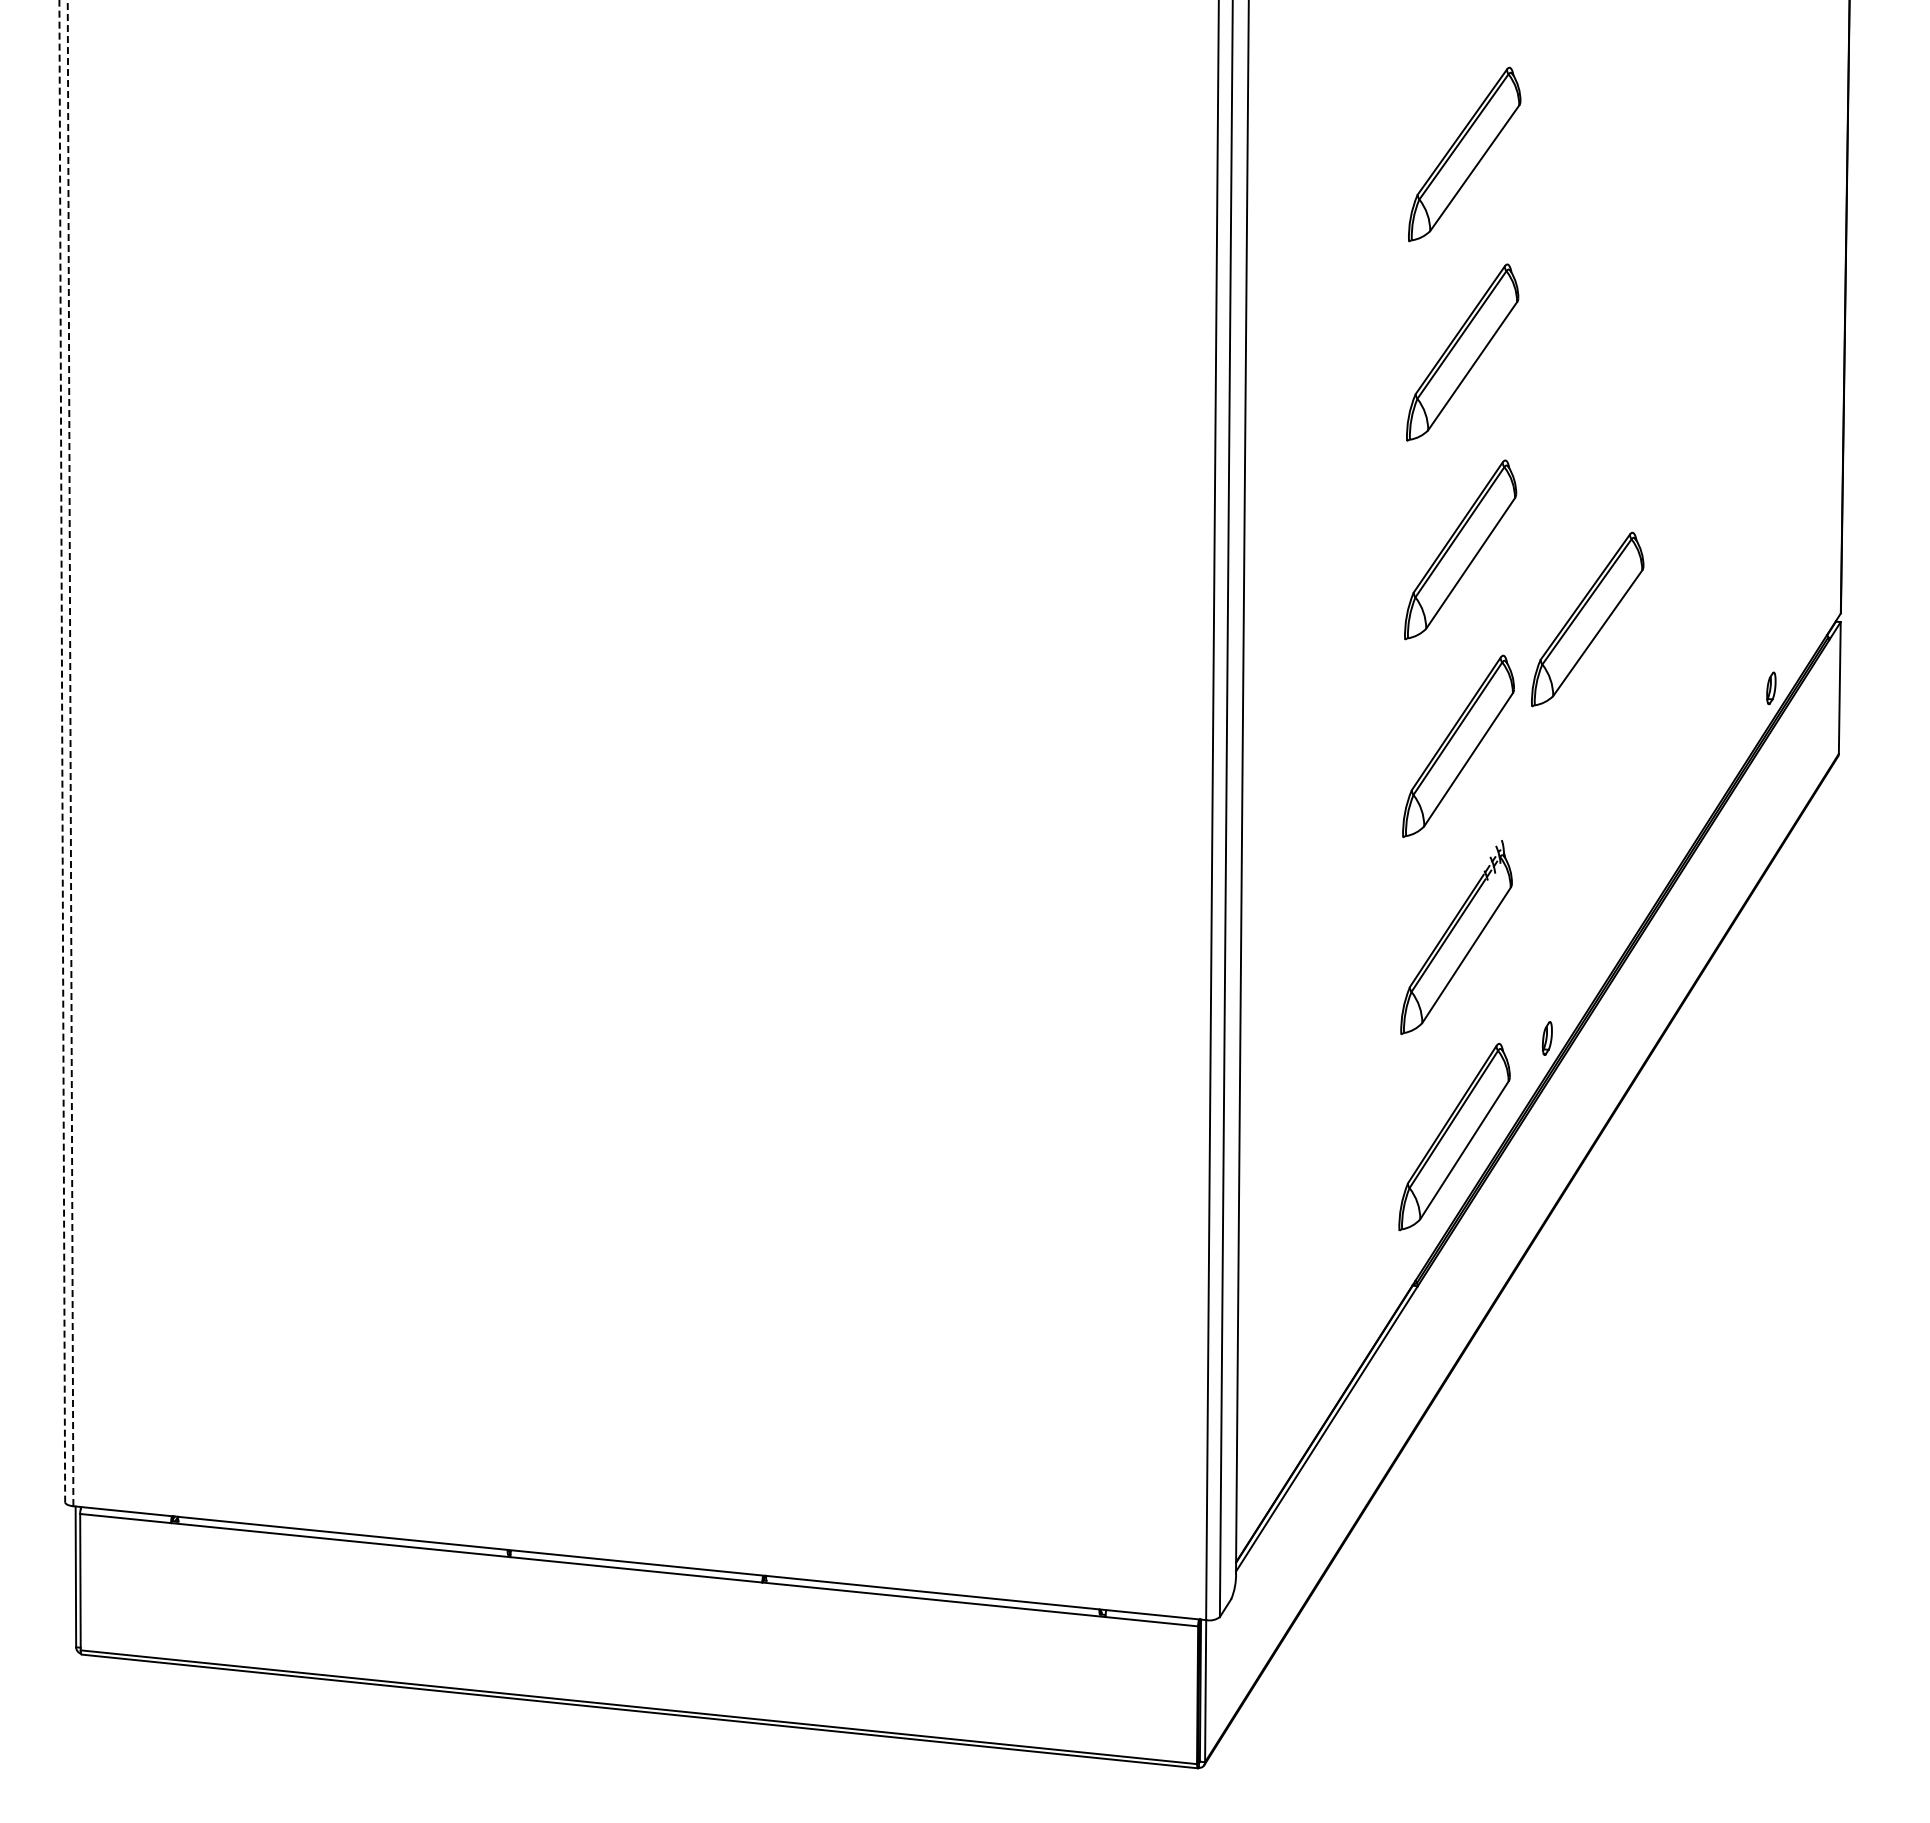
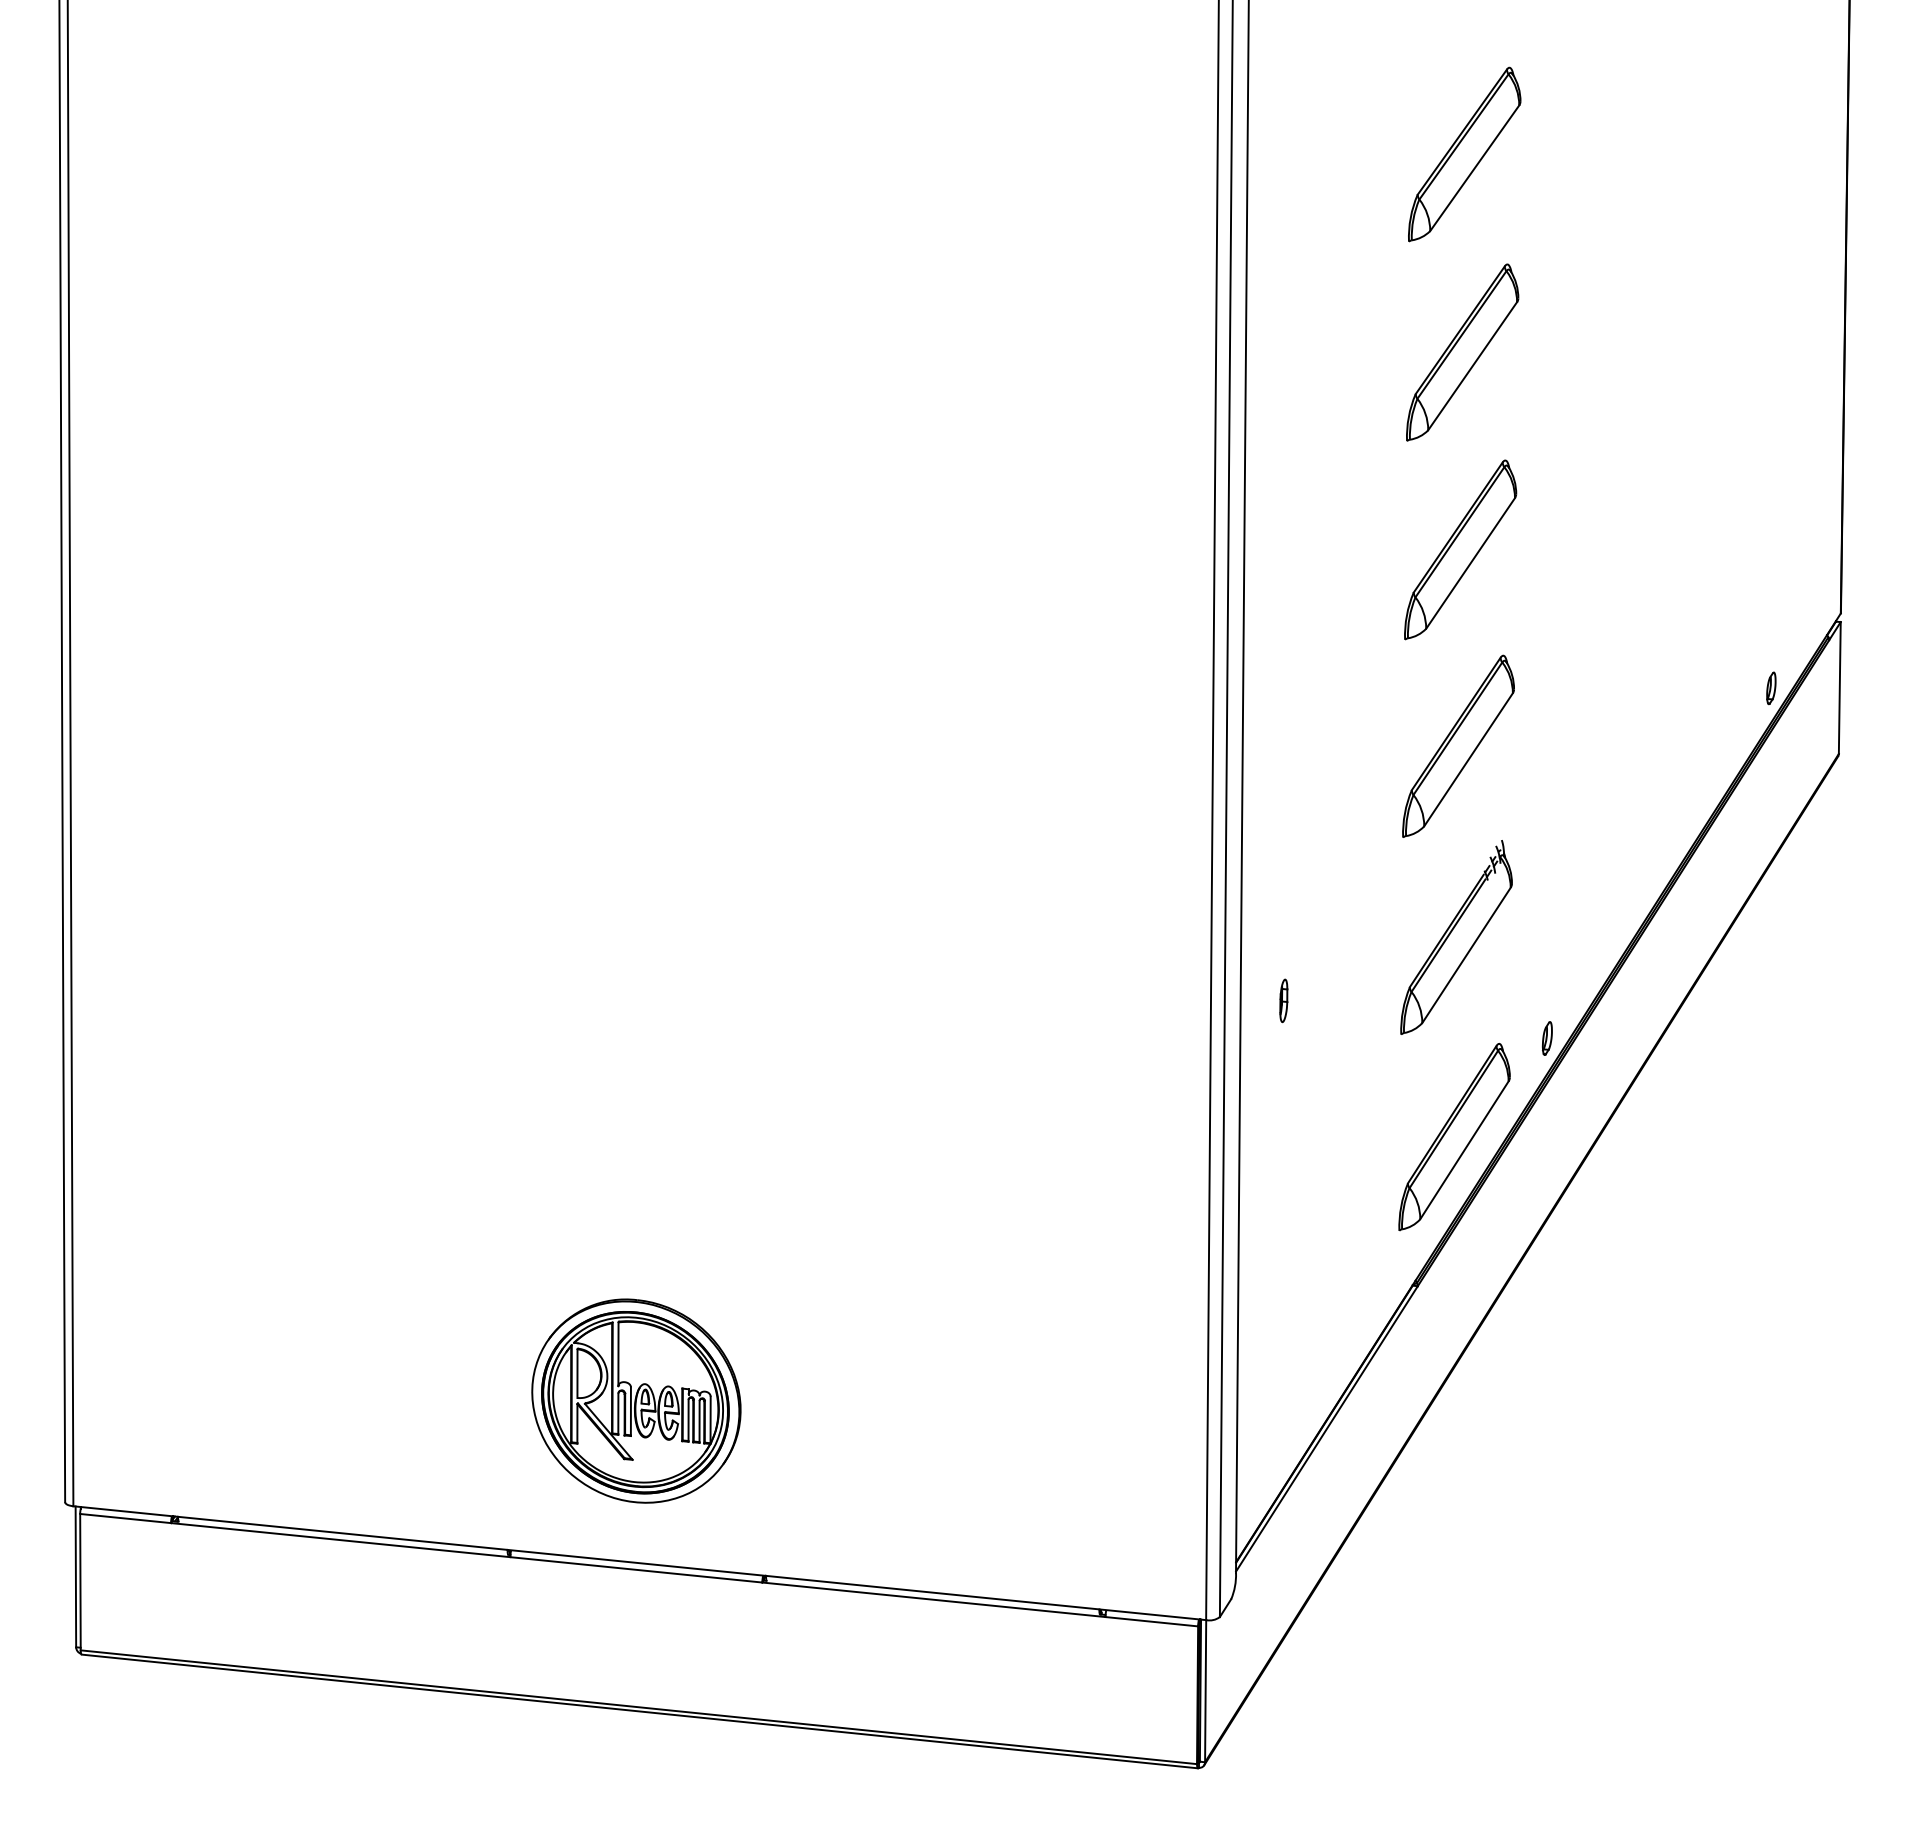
part at (1587, 619): present -> none
line at (62, 751): dashed -> solid
line at (70, 753): dashed -> solid
part at (1283, 1000): none -> present
part at (636, 1400): none -> present
